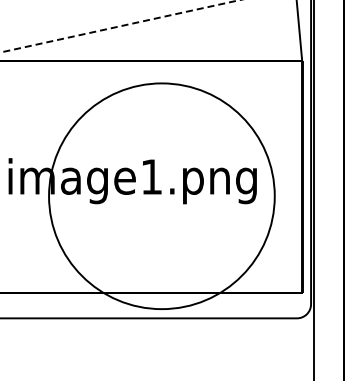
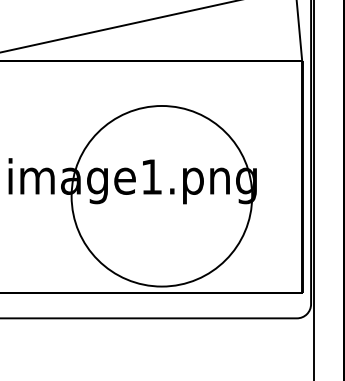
line at (119, 26): dashed -> solid
circle at (161, 196) diameter: 226 px -> 181 px
